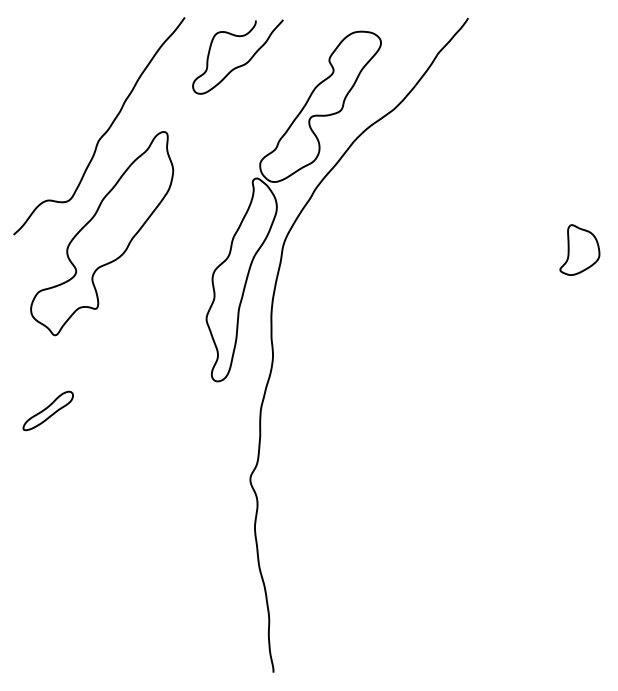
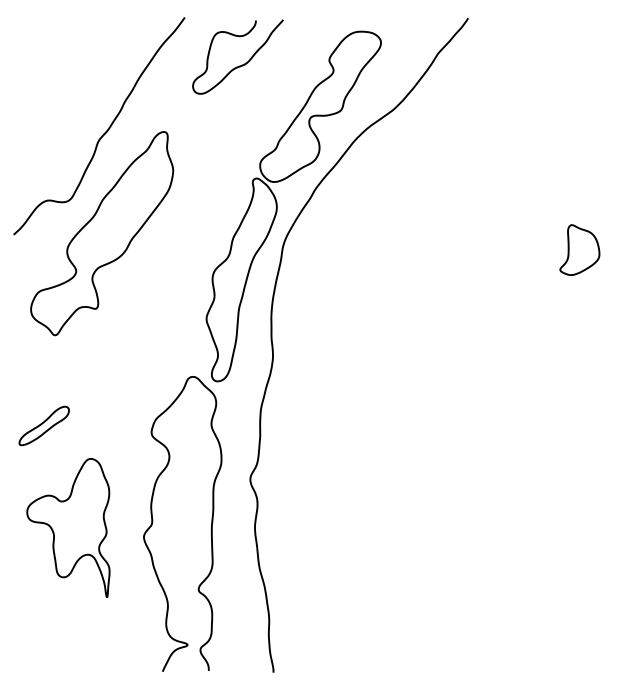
part at (47, 410) position: (47, 410) -> (43, 425)
part at (68, 527): none -> present
curve at (210, 529): none -> present
